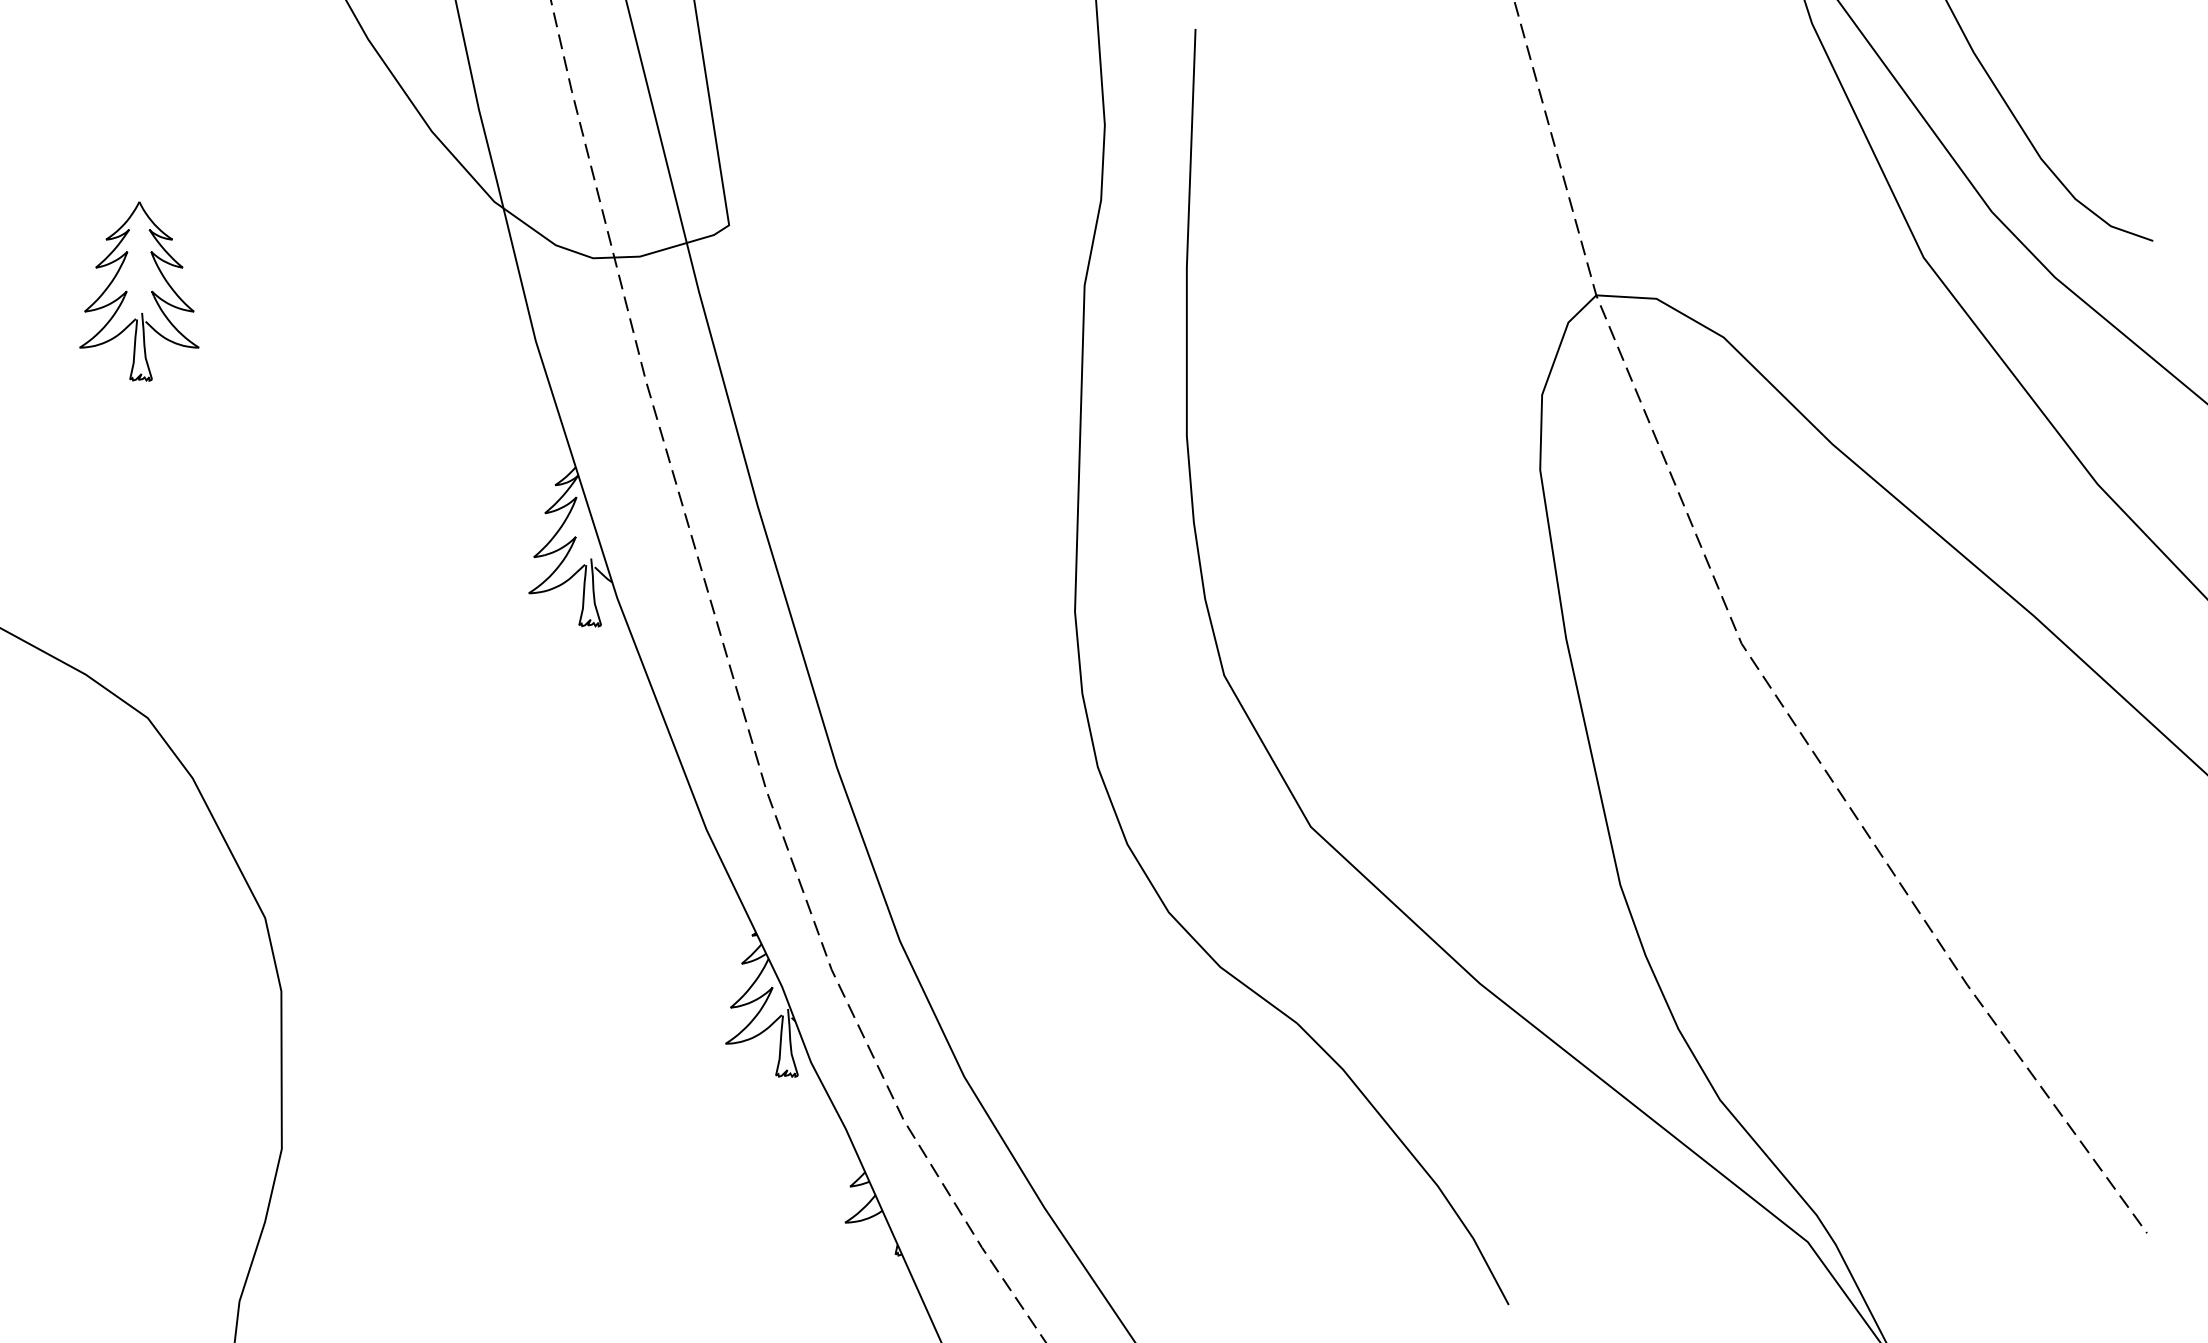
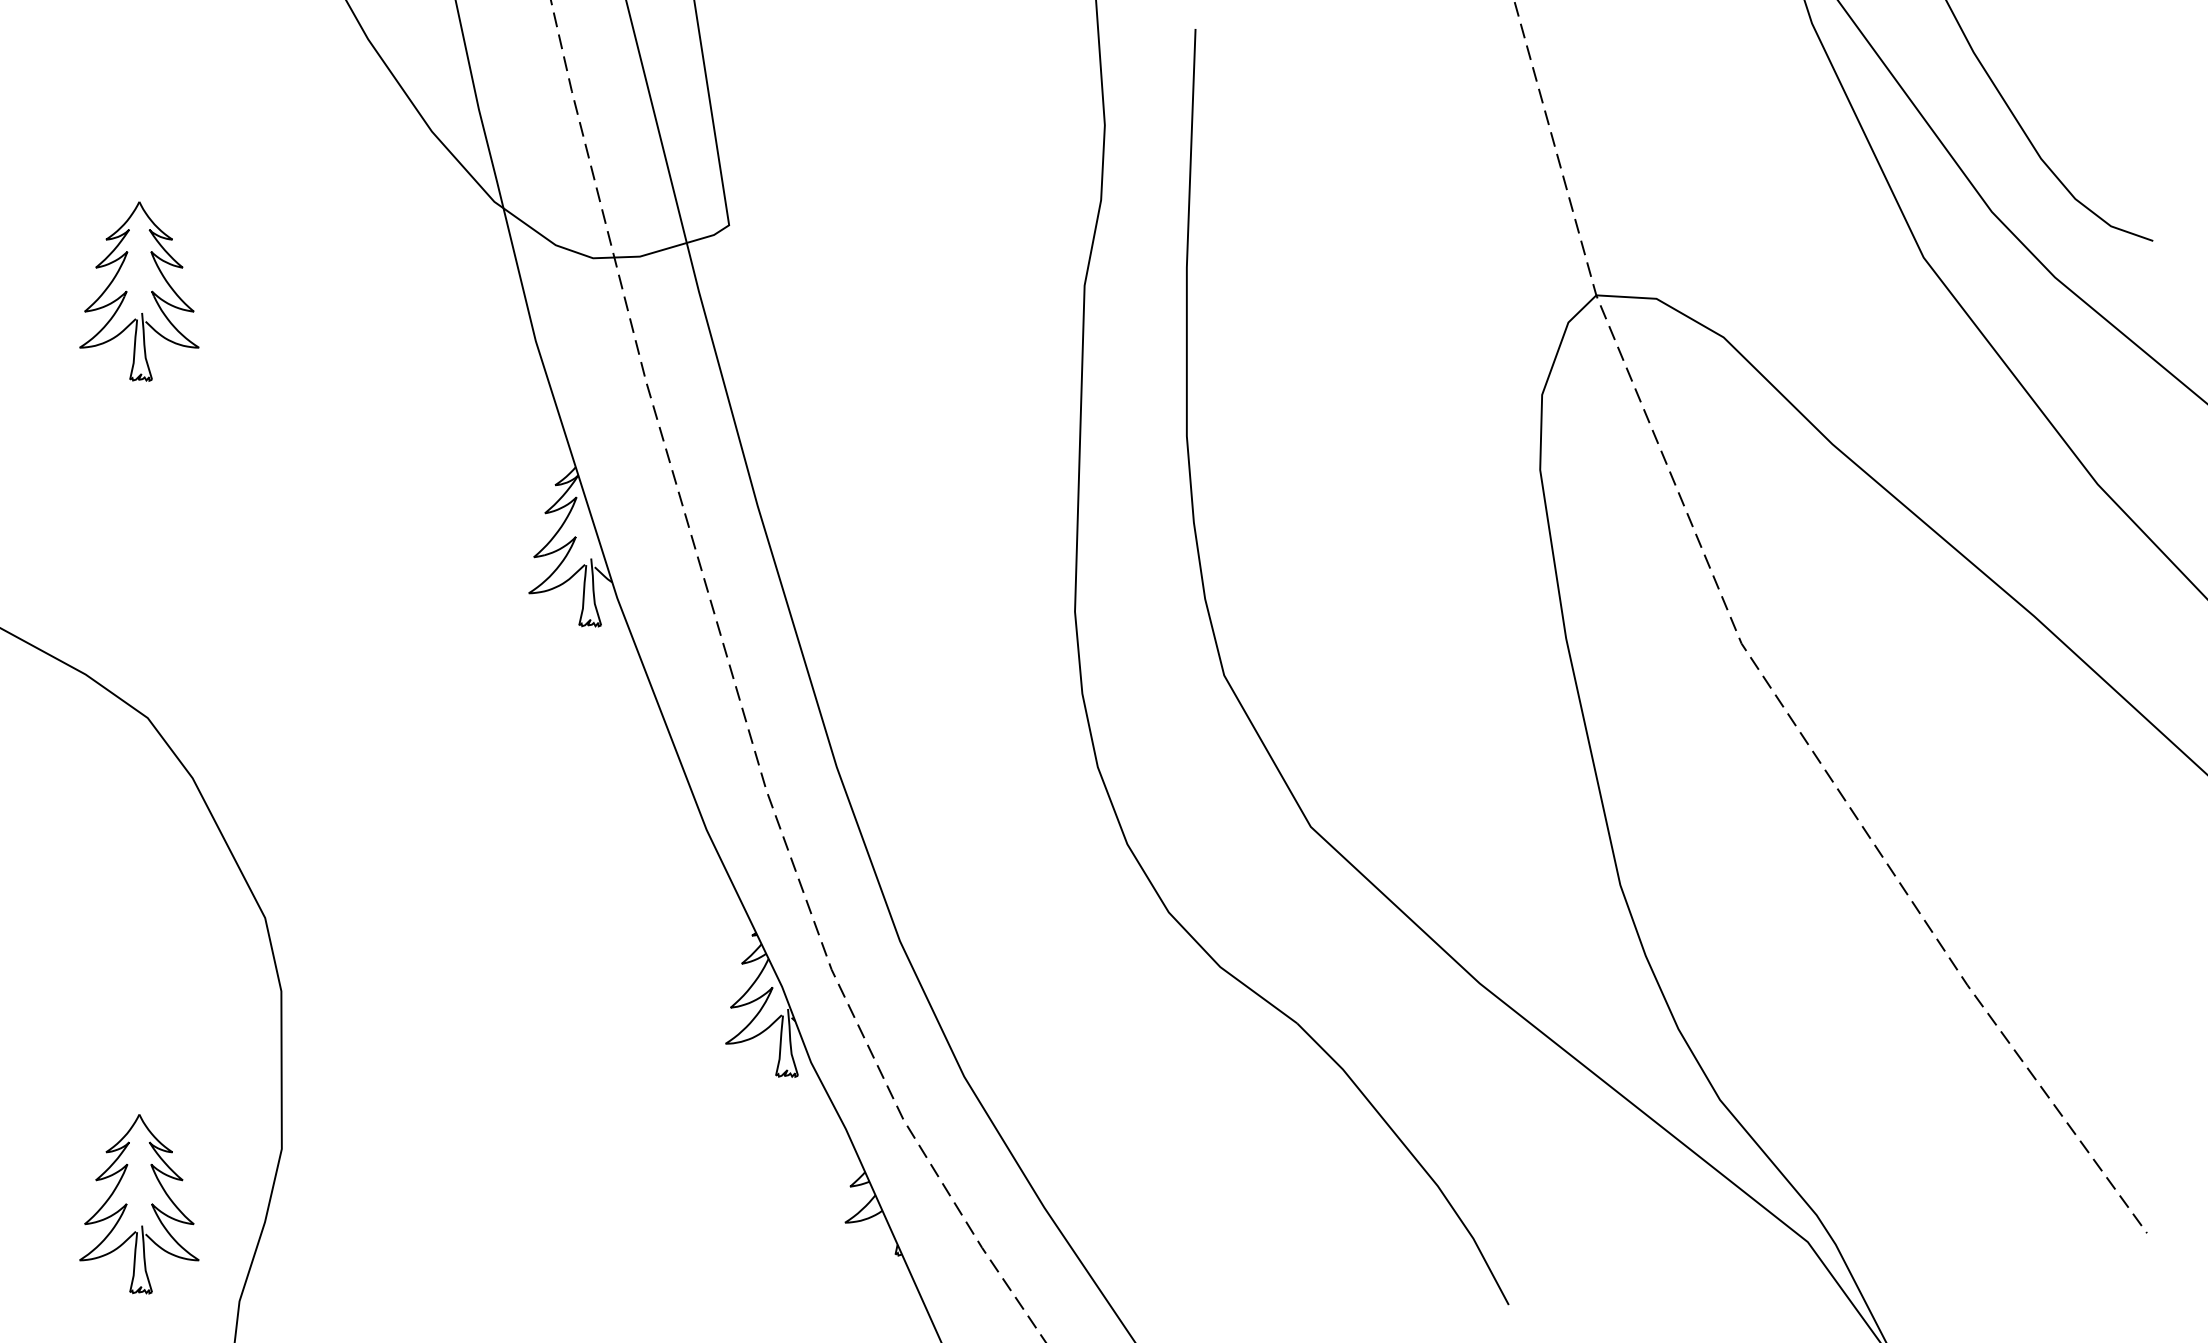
part at (127, 1204): none -> present
